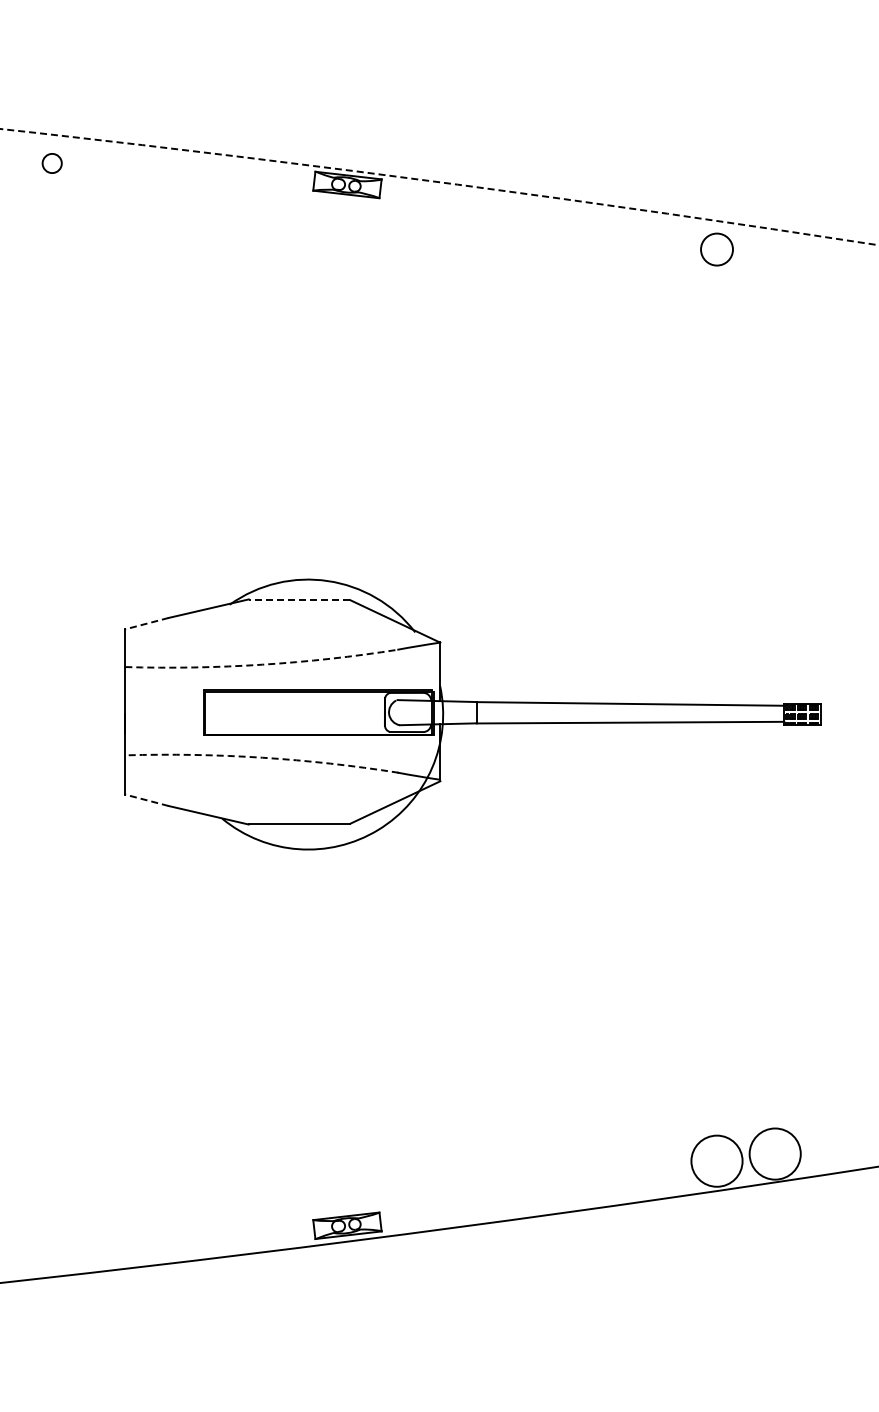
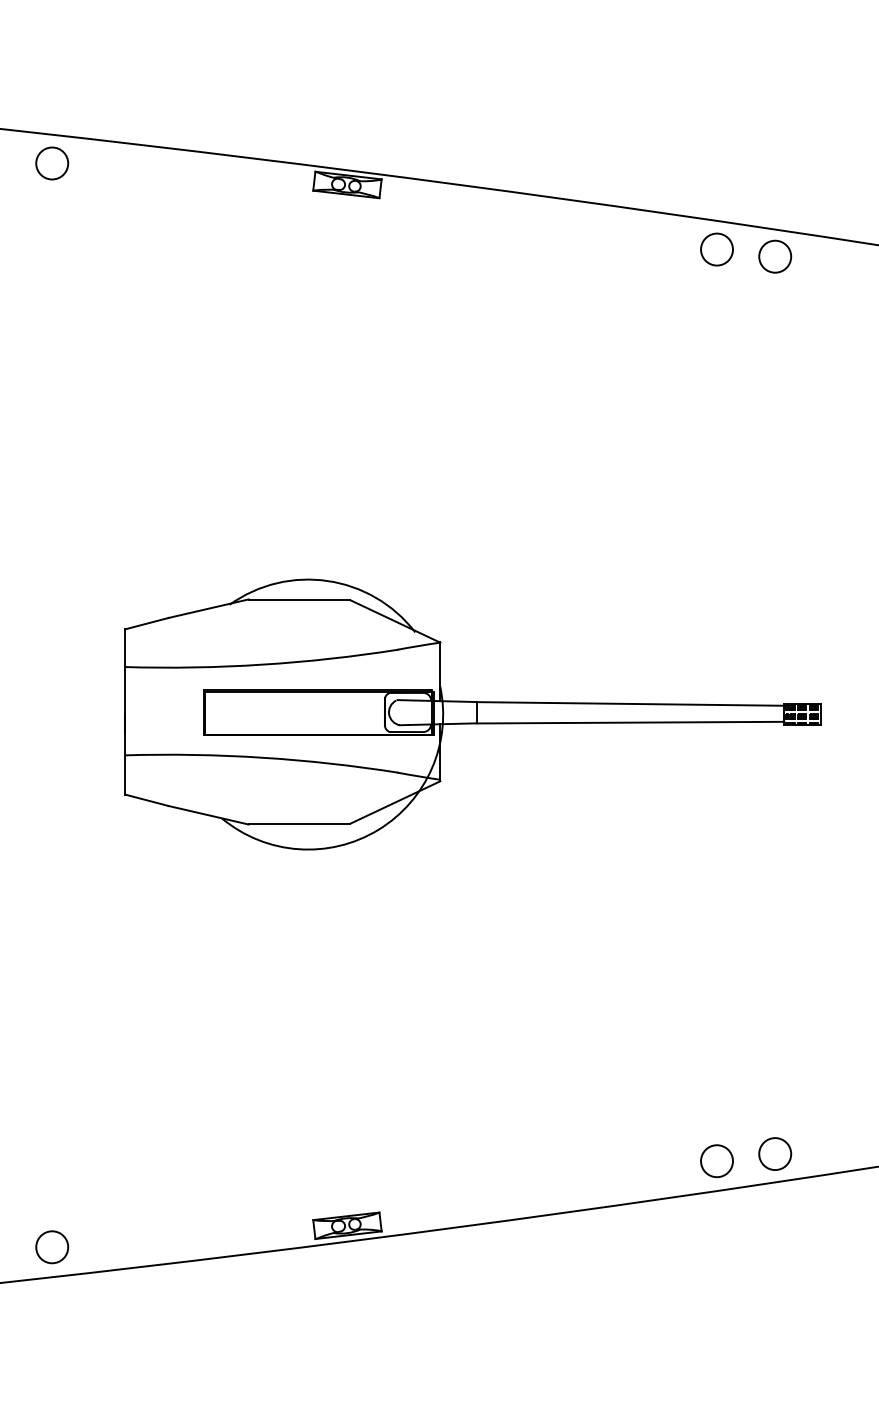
circle at (51, 163) diameter: 19 px -> 32 px
arc at (439, 182): dashed -> solid
circle at (775, 256): none -> present
line at (299, 600): dashed -> solid
line at (146, 623): dashed -> solid
arc at (262, 664): dashed -> solid
arc at (262, 757): dashed -> solid
line at (146, 800): dashed -> solid
circle at (774, 1153) diameter: 51 px -> 32 px
circle at (716, 1160) diameter: 51 px -> 32 px
circle at (52, 1247): none -> present
